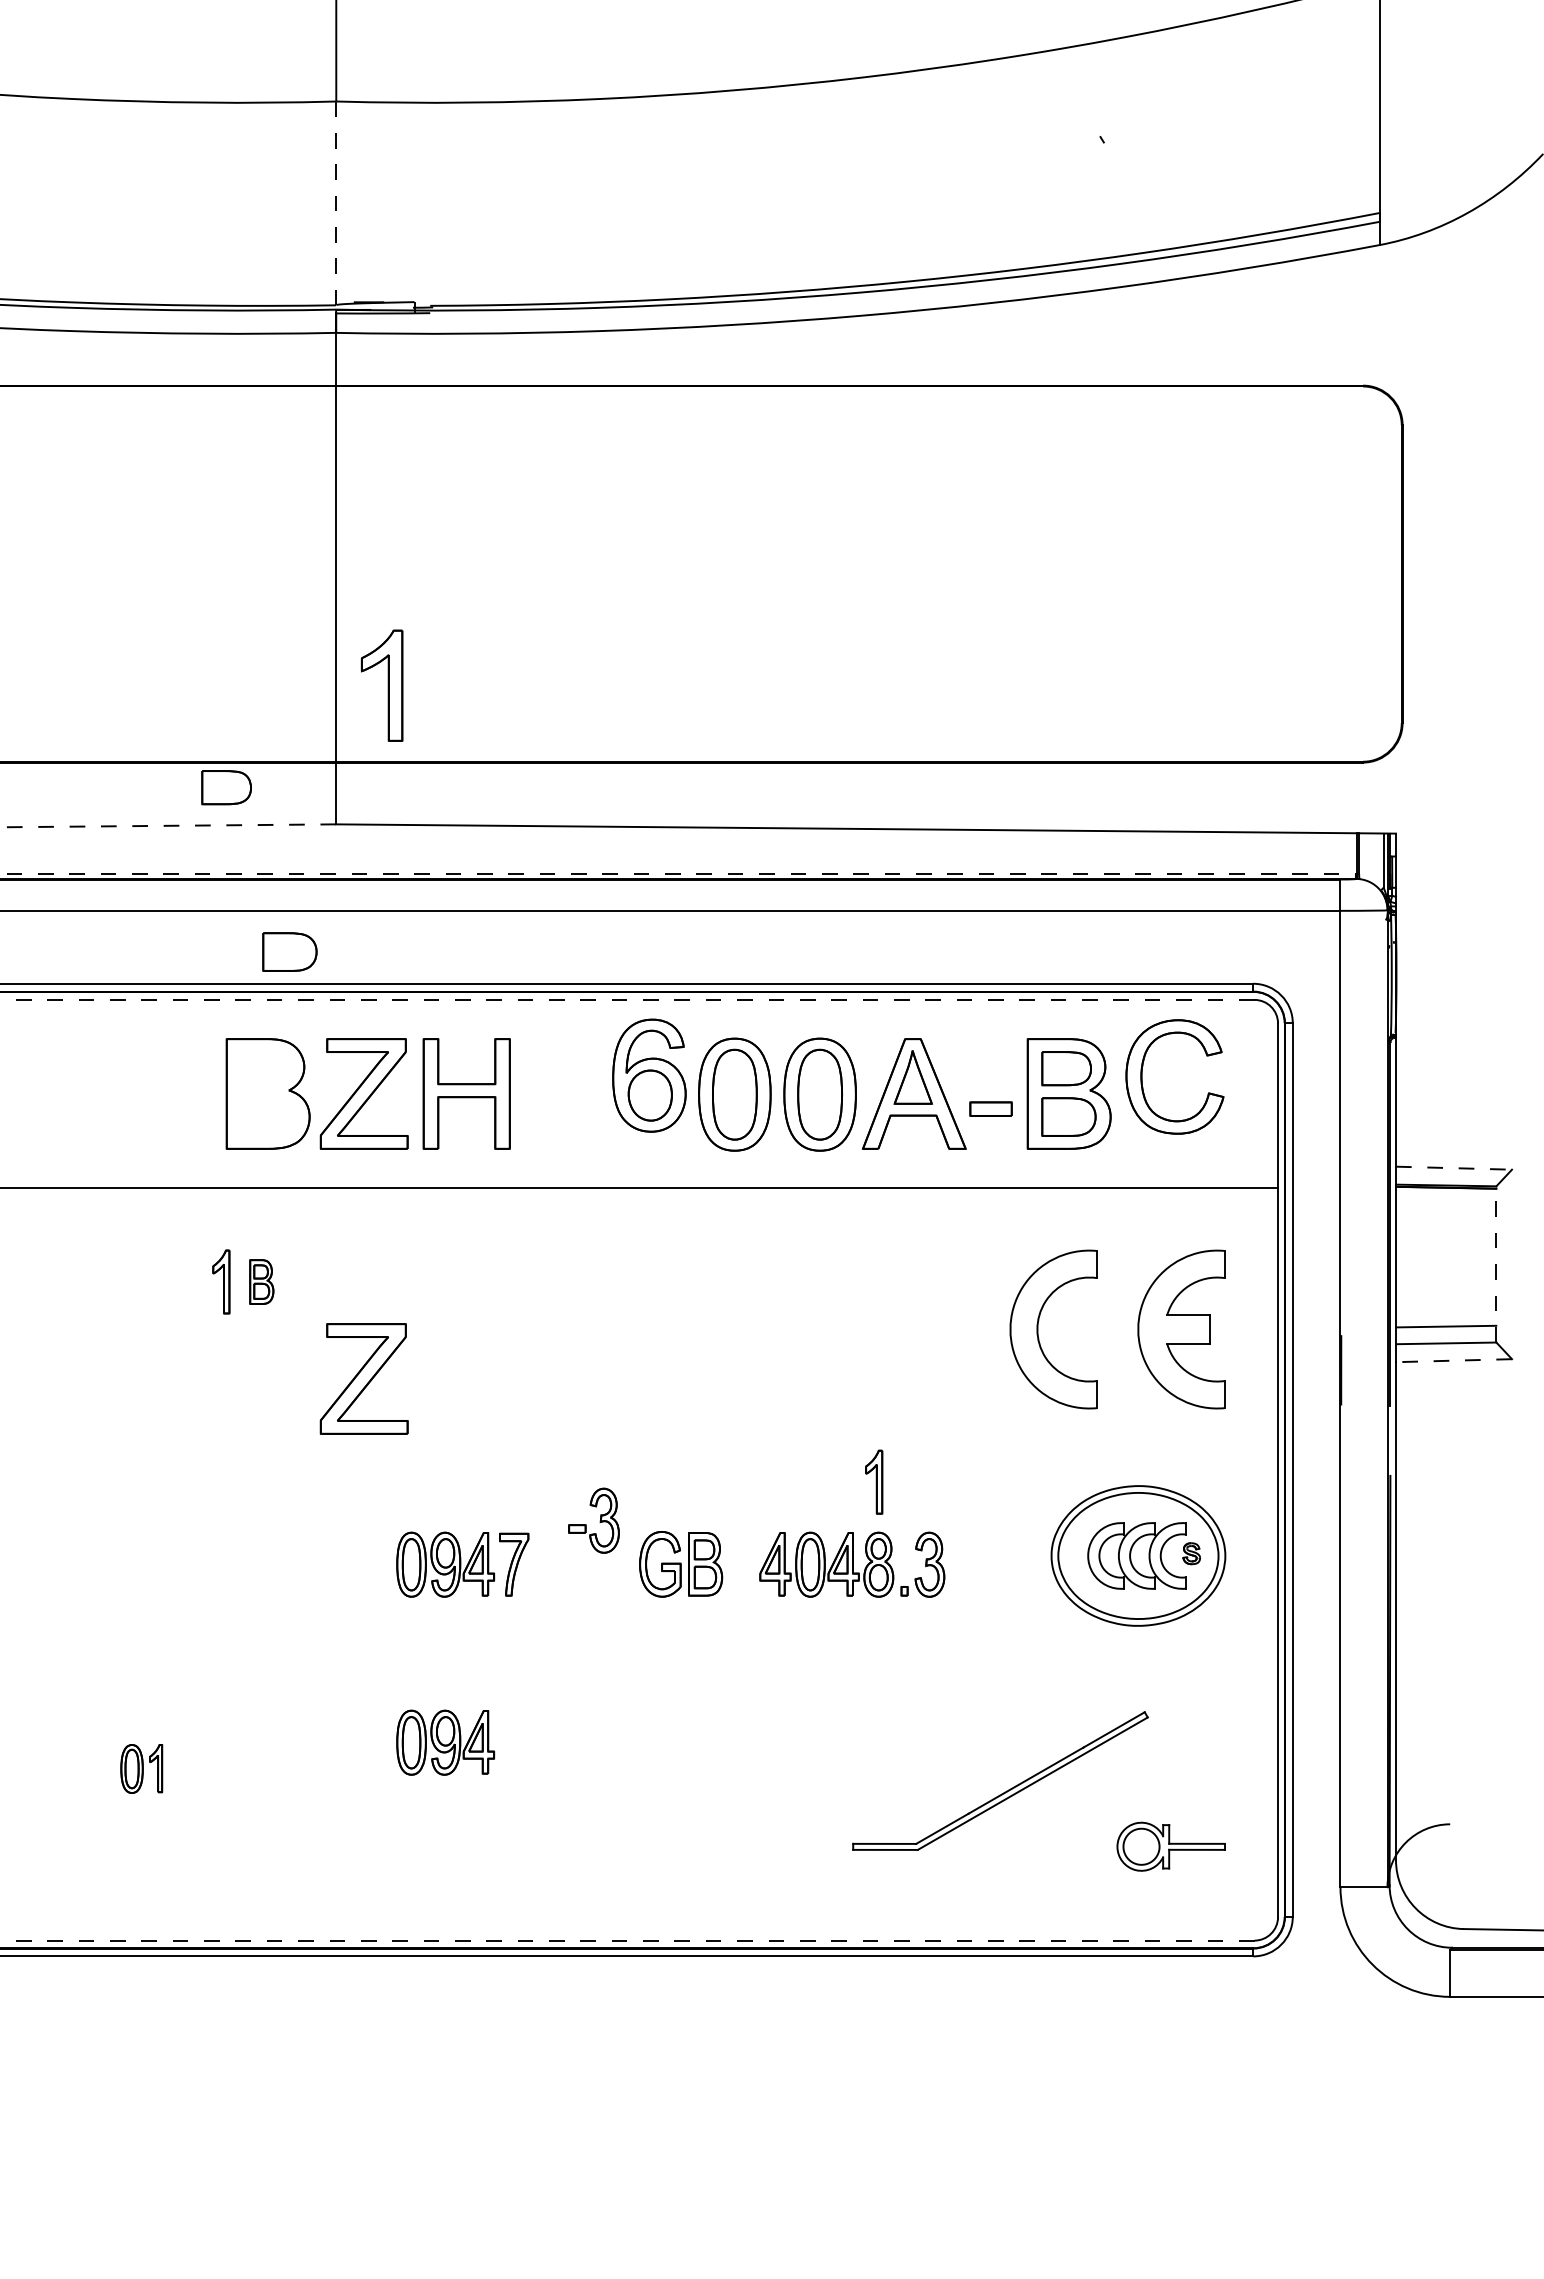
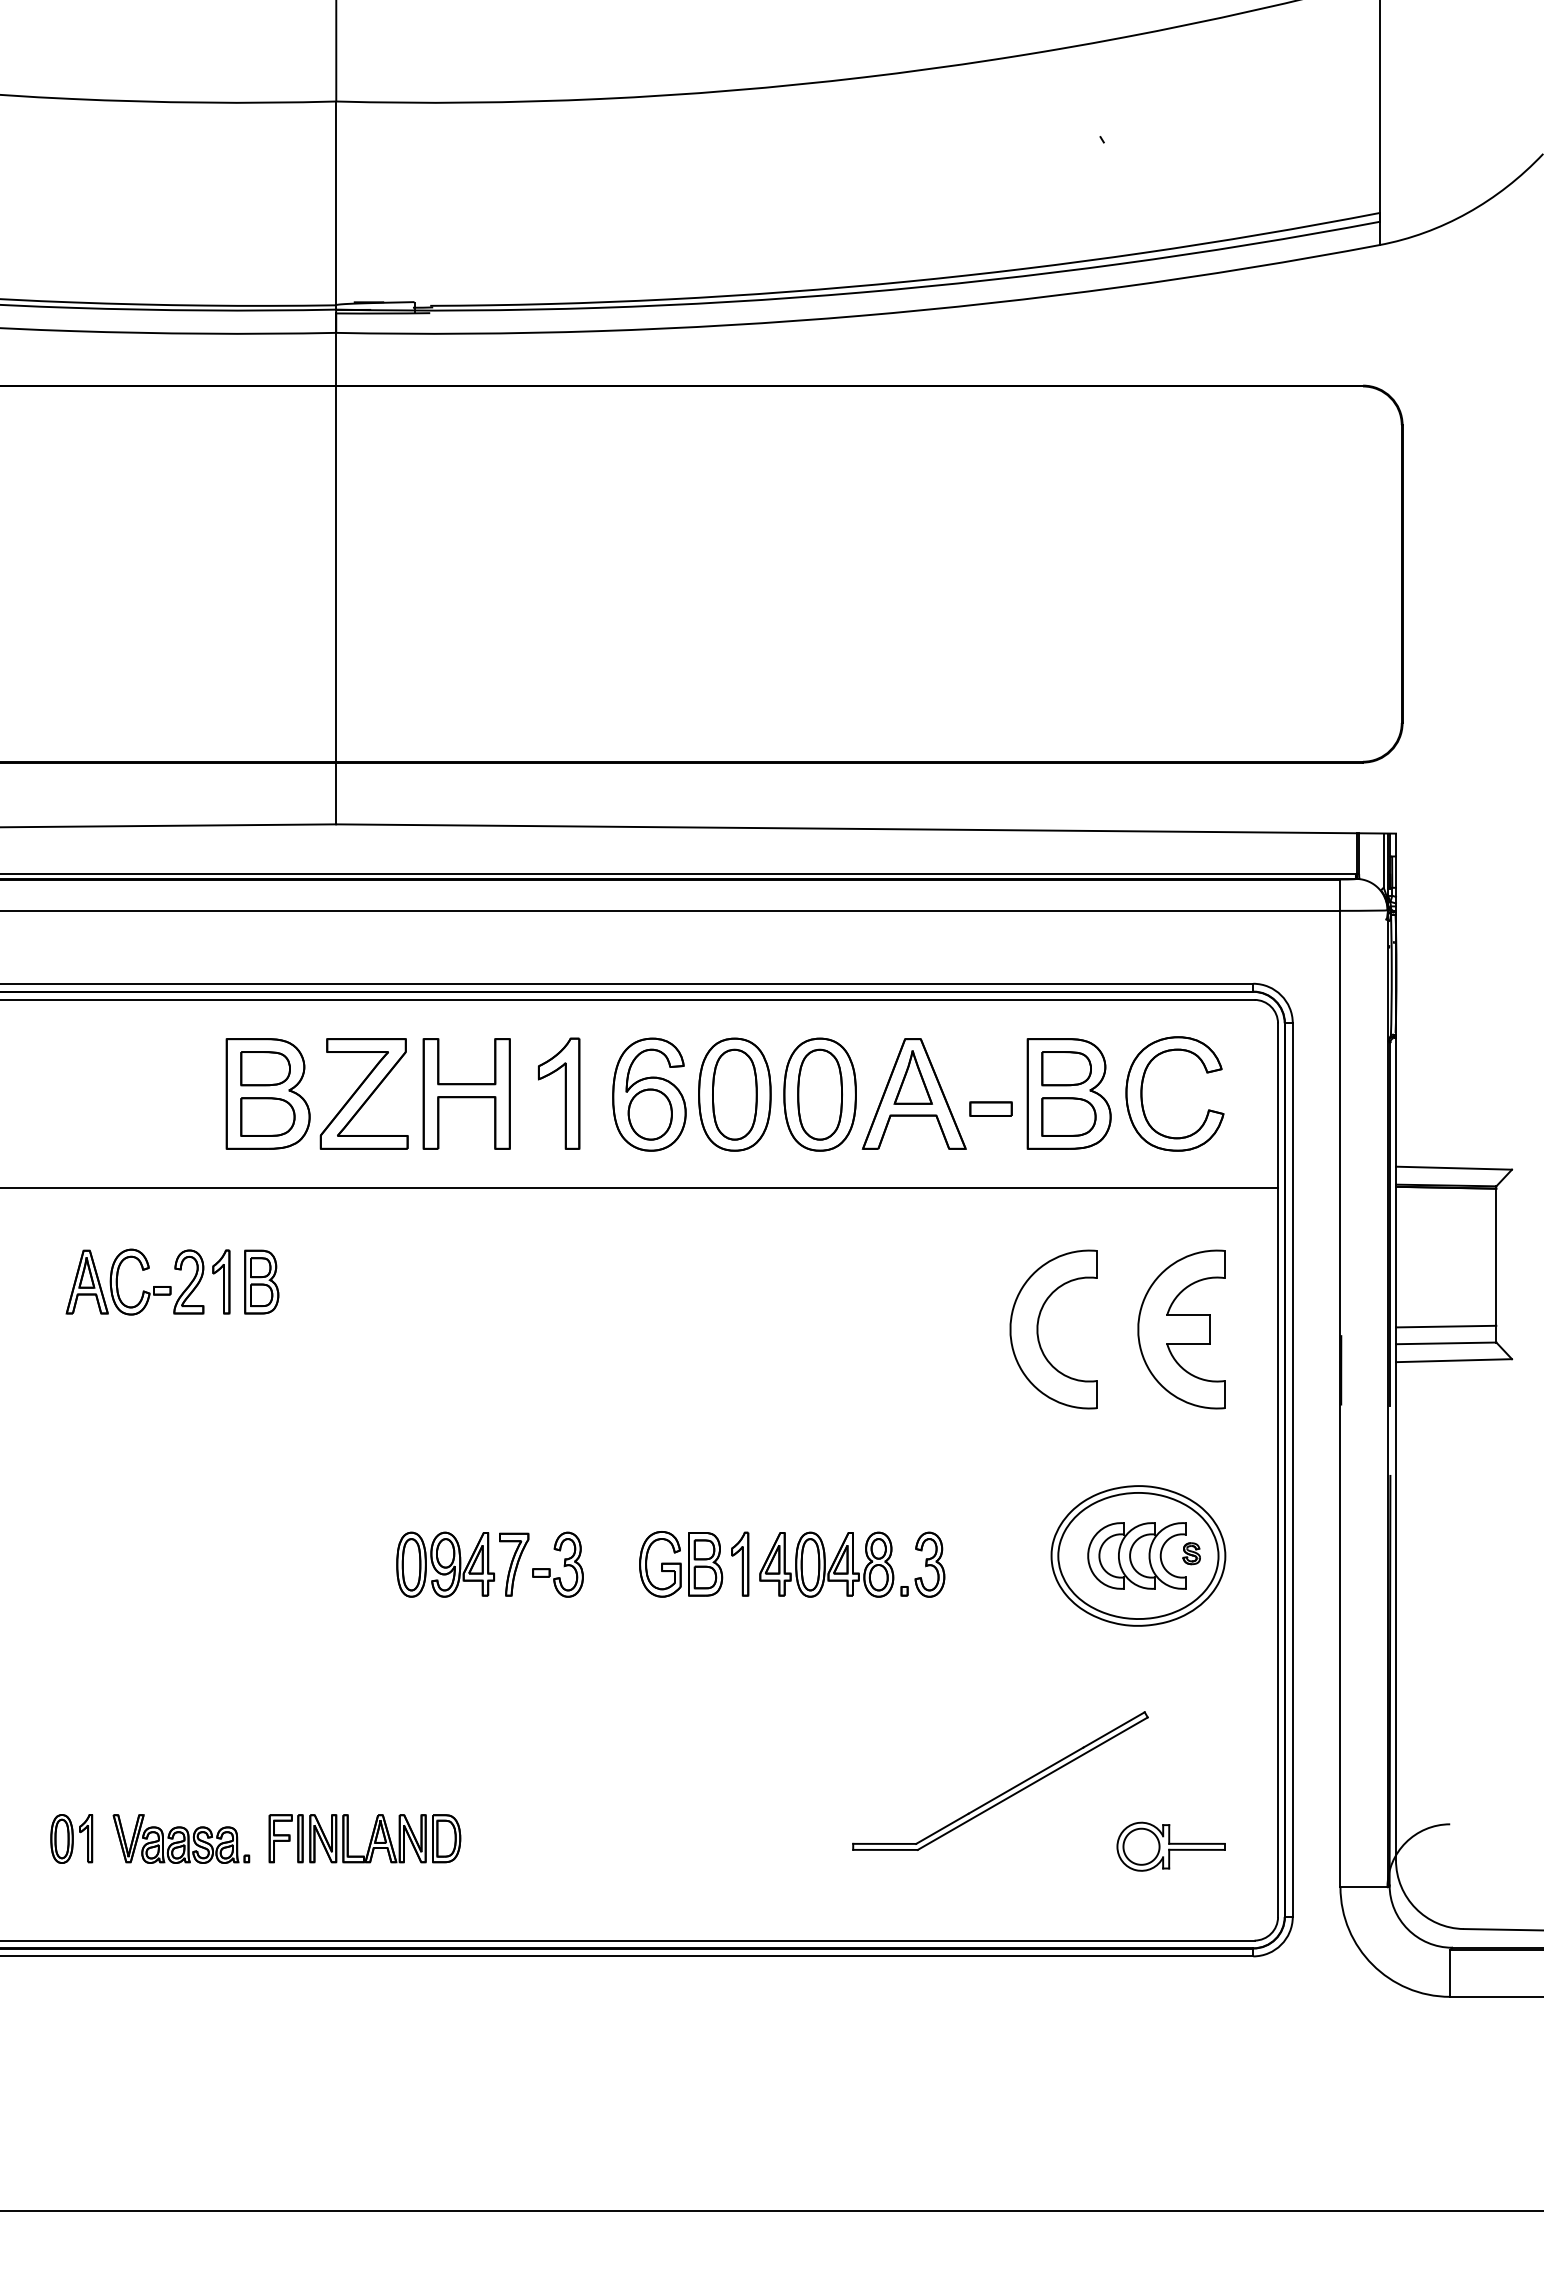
line at (336, 206): dashed -> solid
part at (381, 685) position: (381, 685) -> (558, 1093)
part at (226, 787) position: (226, 787) -> (265, 1068)
line at (168, 825): dashed -> solid
line at (678, 874): dashed -> solid
part at (289, 951) position: (289, 951) -> (267, 1116)
line at (627, 999): dashed -> solid
part at (649, 1075) position: (649, 1075) -> (649, 1094)
part at (1142, 1076) position: (1142, 1076) -> (1142, 1093)
line at (1454, 1168): dashed -> solid
line at (1496, 1263): dashed -> solid
part at (261, 1281) size: 26x46 px -> 36x66 px
part at (143, 1290): none -> present
line at (1453, 1360): dashed -> solid
part at (363, 1378): present -> none
part at (874, 1481) position: (874, 1481) -> (740, 1563)
part at (599, 1521) position: (599, 1521) -> (563, 1565)
part at (445, 1742): present -> none
part at (141, 1768) position: (141, 1768) -> (71, 1838)
part at (181, 1838): none -> present
part at (364, 1838): none -> present
line at (627, 1940): dashed -> solid
line at (771, 2210): none -> present
